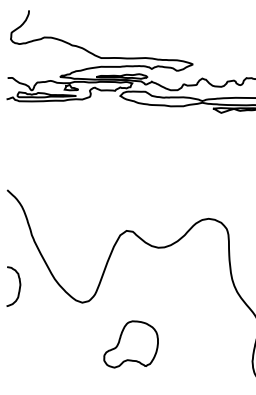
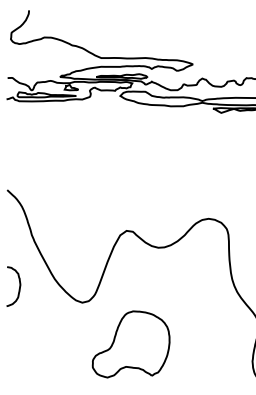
part at (130, 344) size: 56x49 px -> 80x69 px
